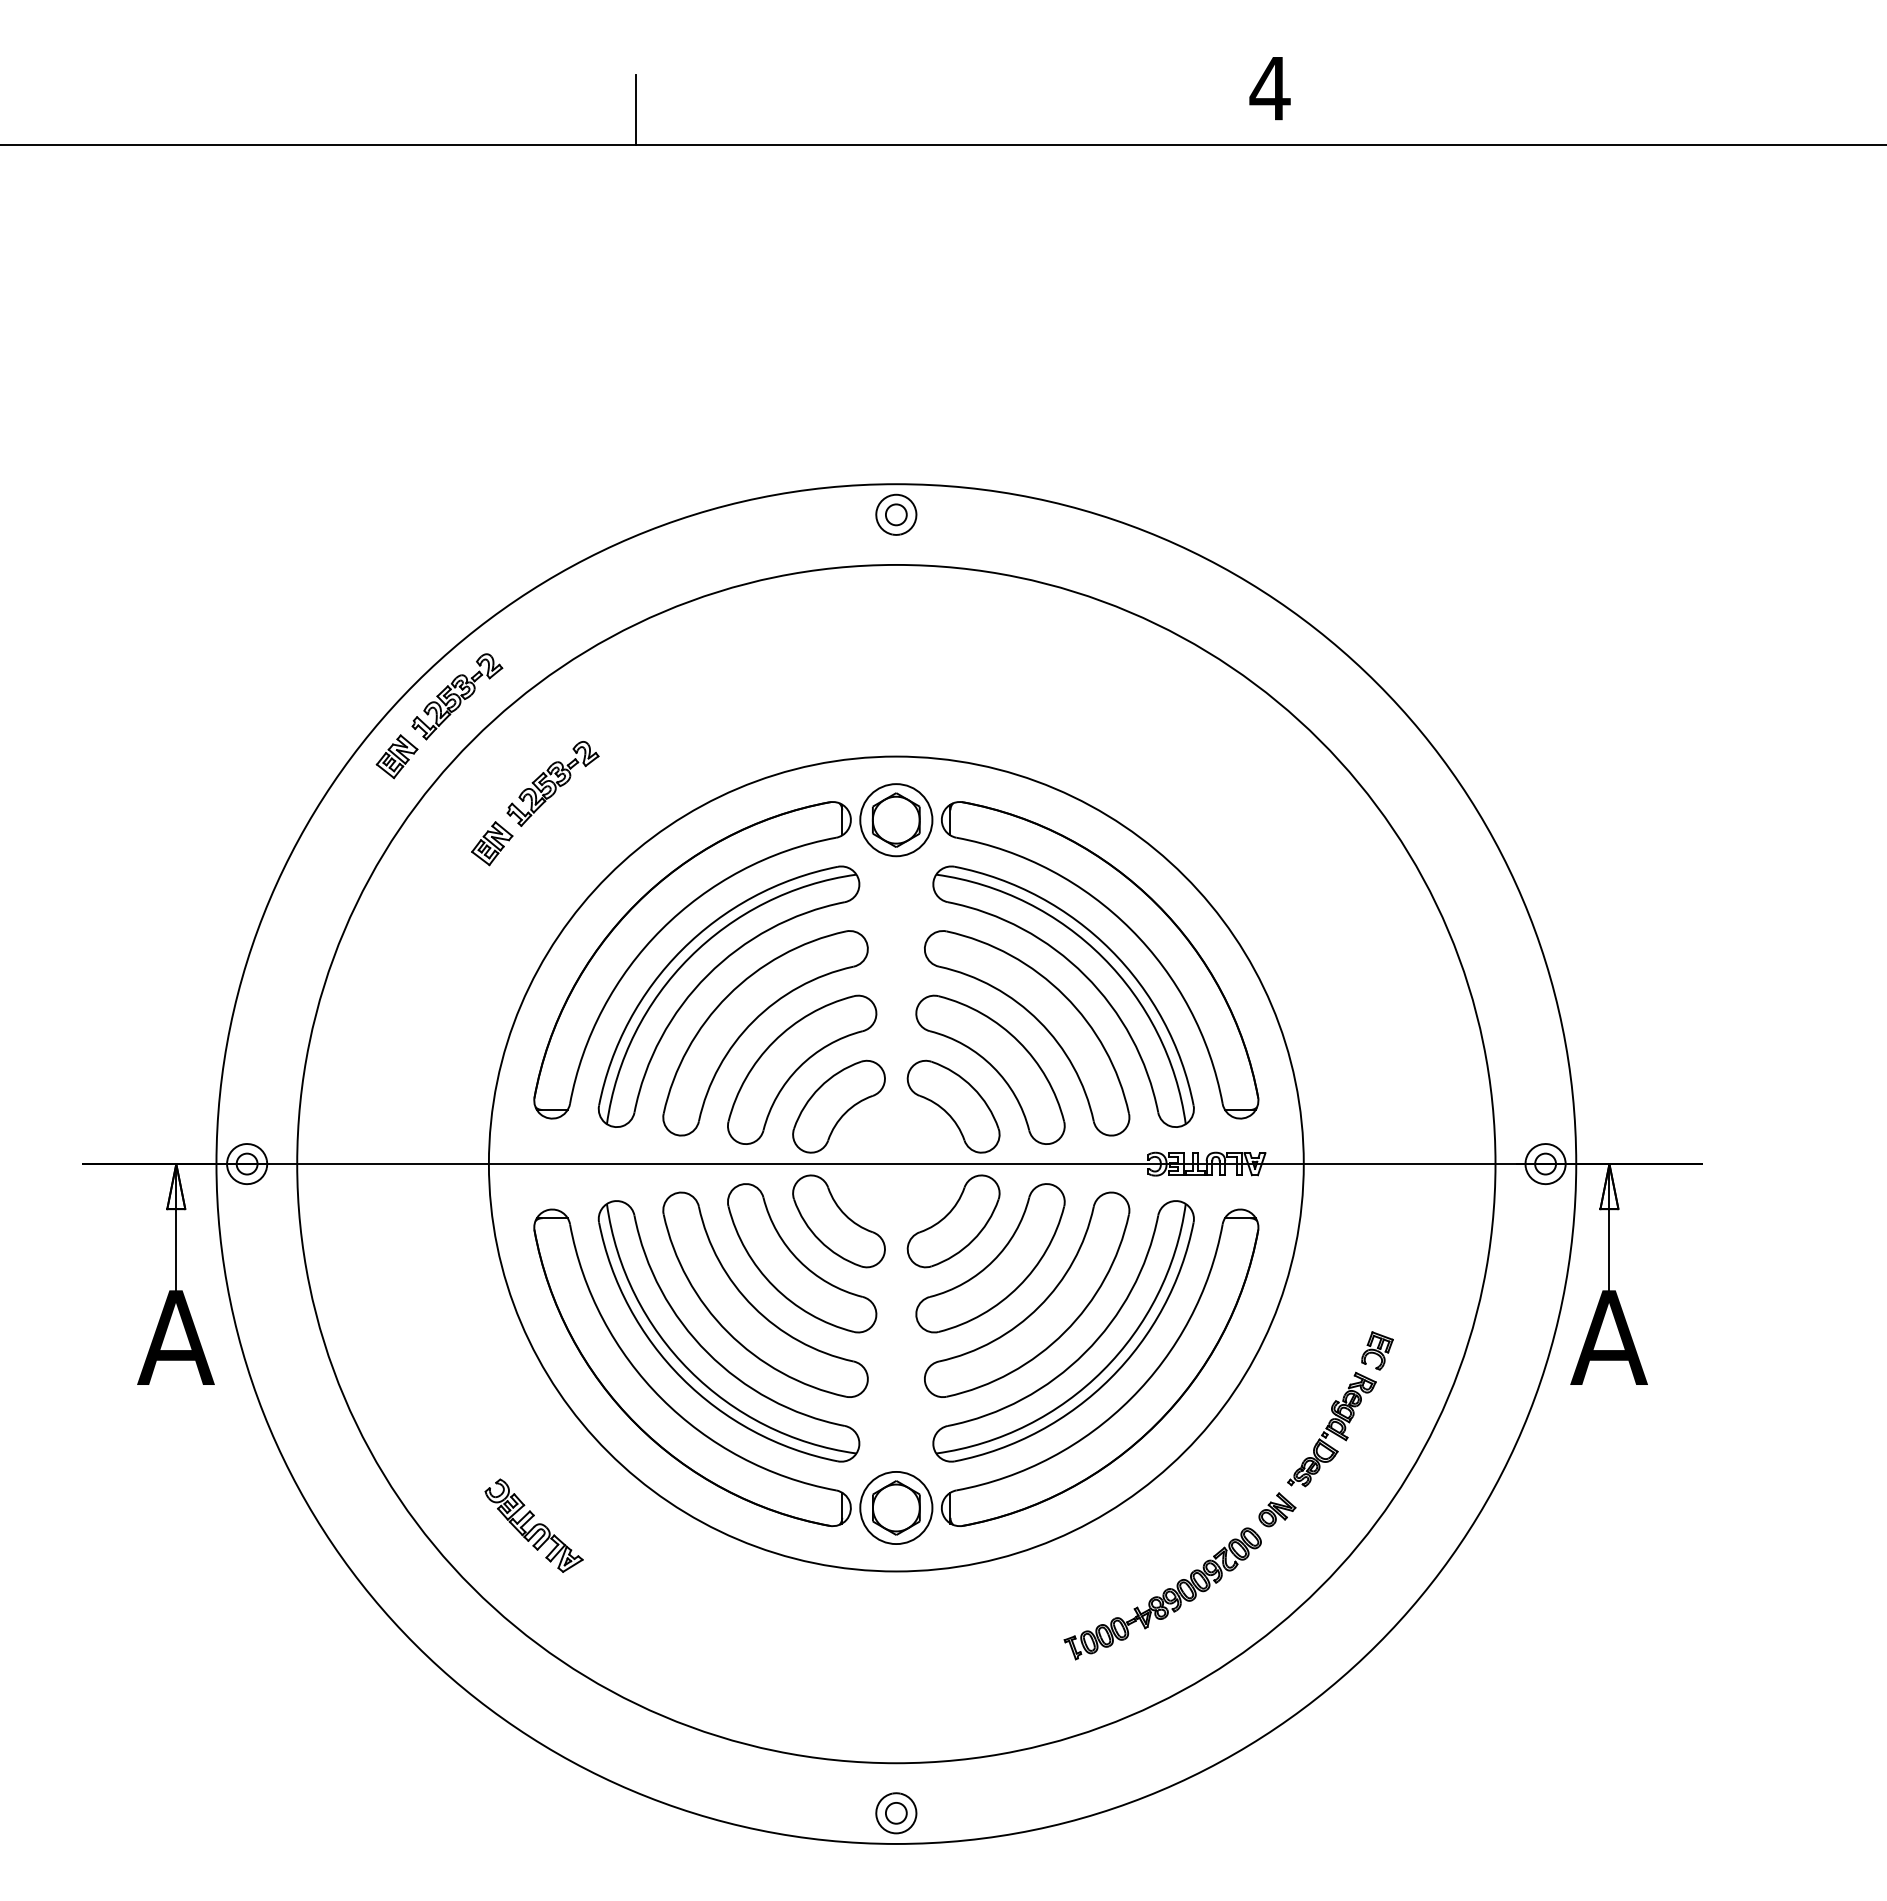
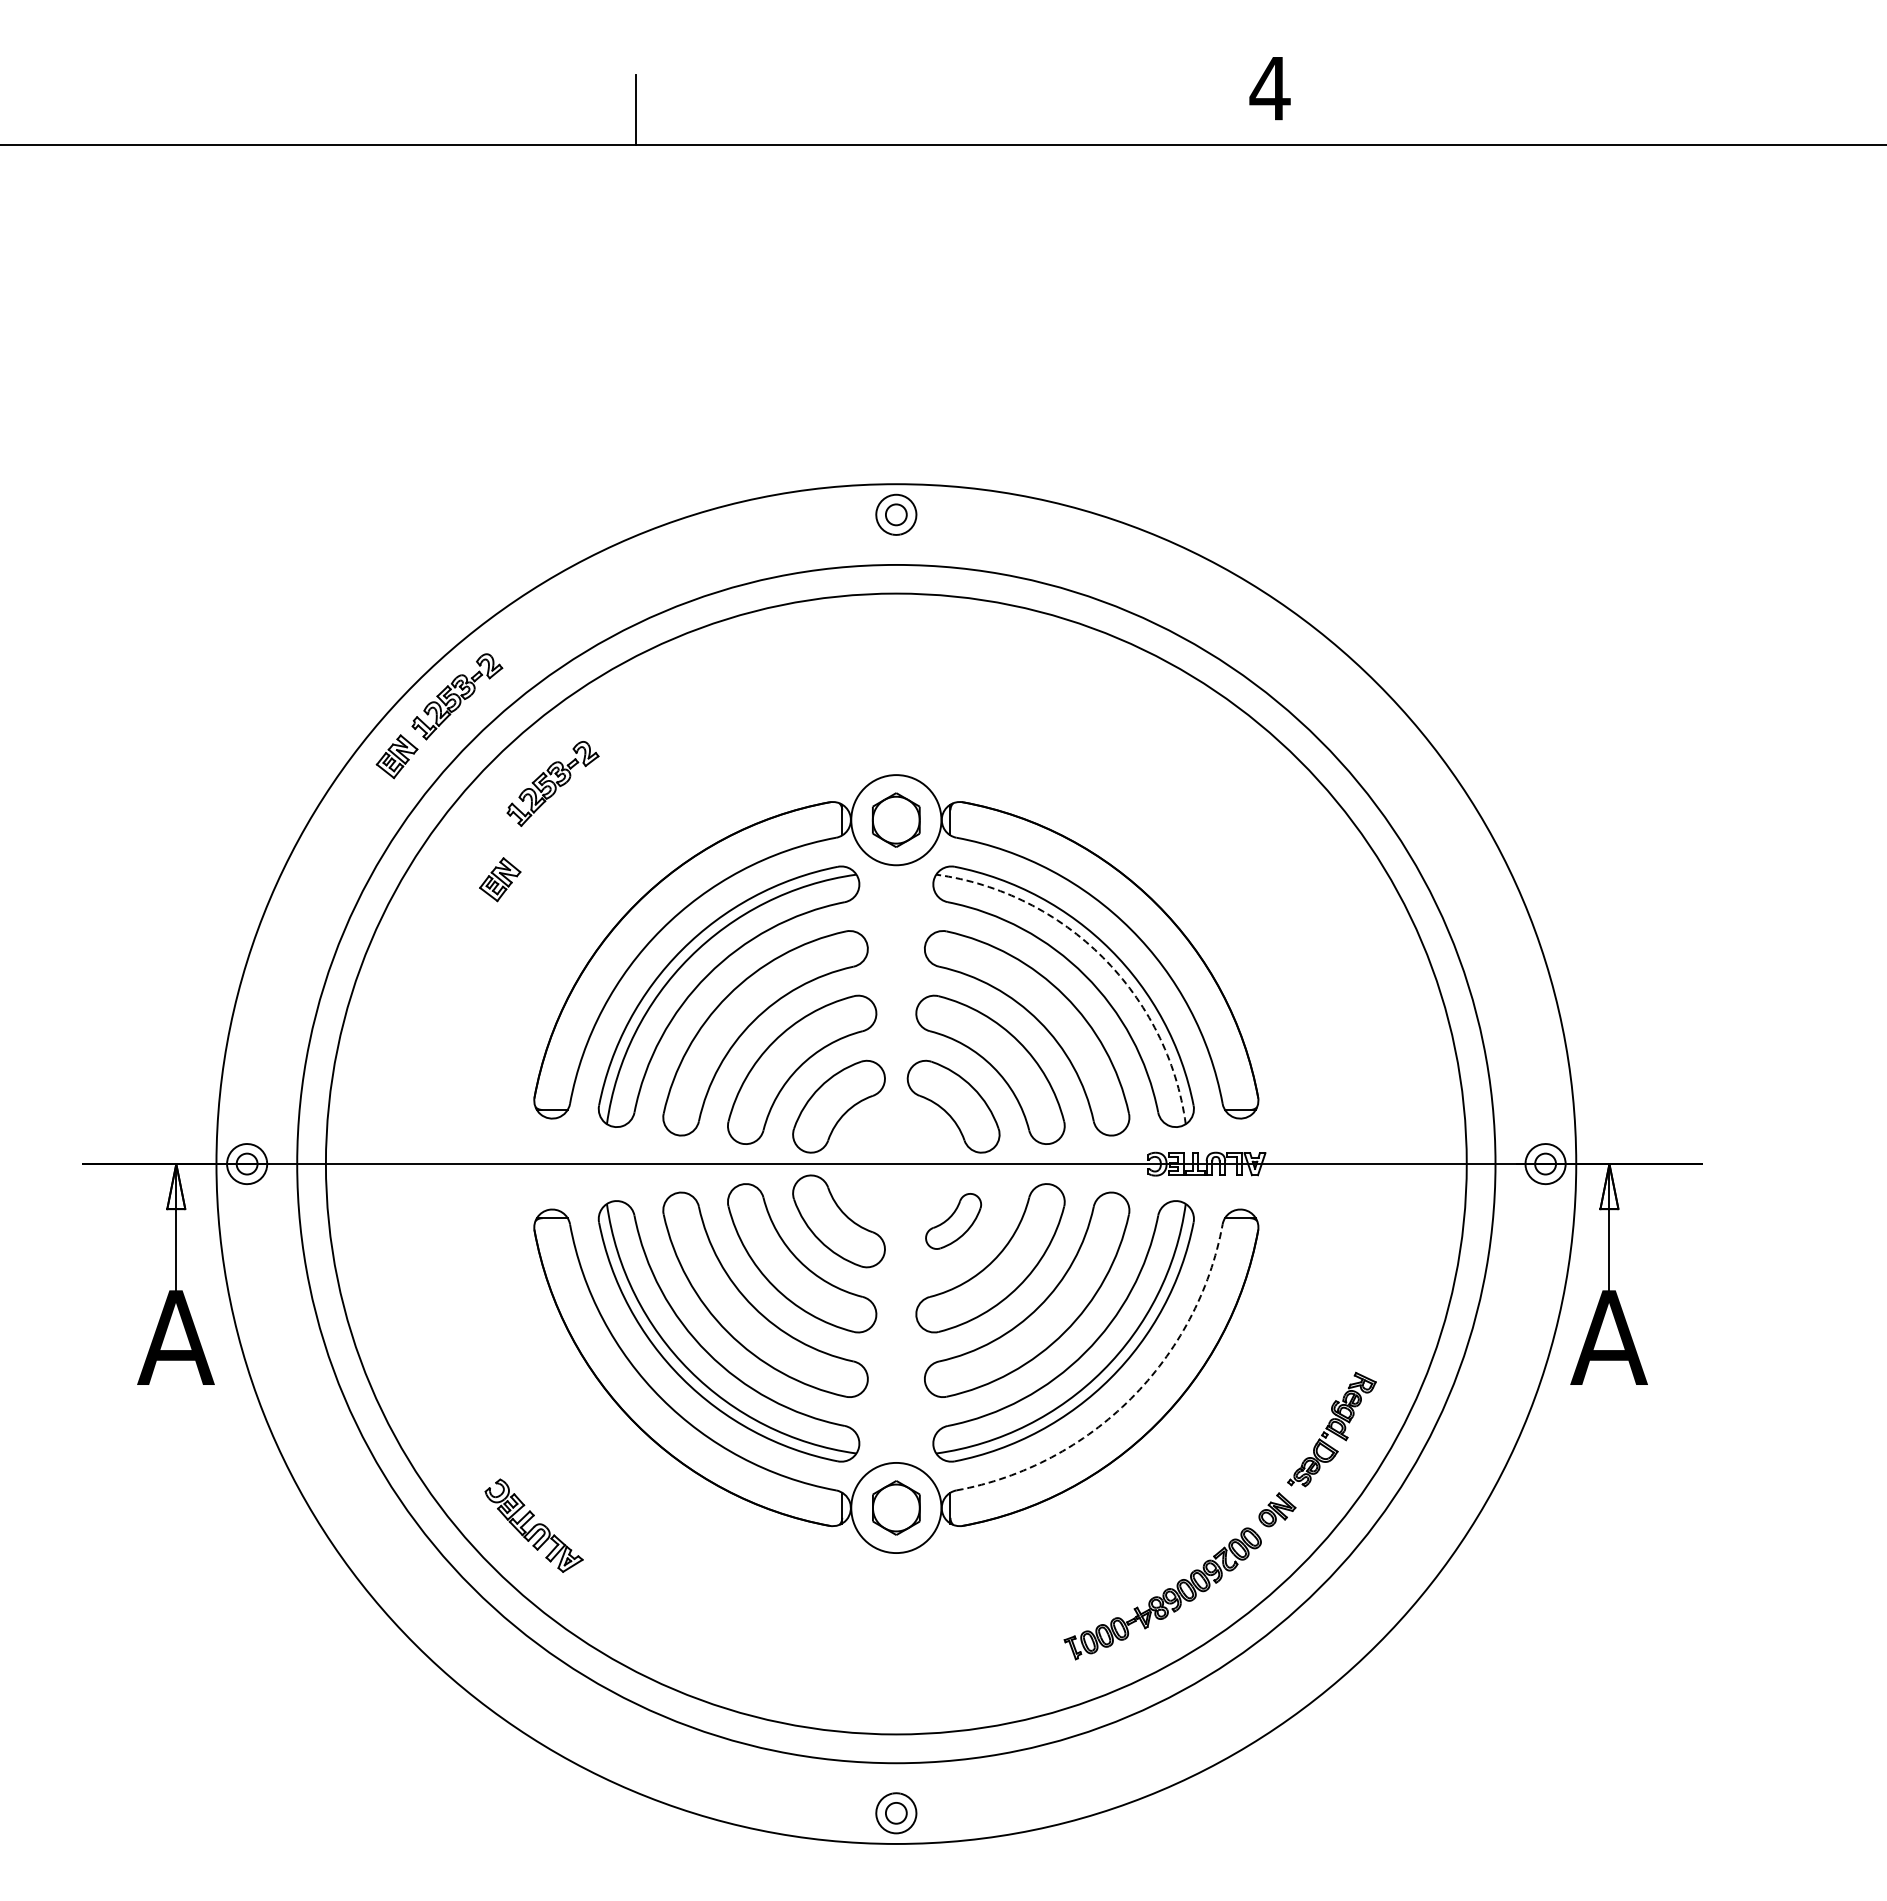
circle at (896, 820) diameter: 72 px -> 90 px
part at (492, 843) position: (492, 843) -> (500, 879)
arc at (1102, 957): solid -> dashed
circle at (895, 1163) diameter: 815 px -> 1141 px
part at (953, 1221) size: 95x95 px -> 58x57 px
part at (1377, 1350): present -> none
arc at (1131, 1398): solid -> dashed
circle at (896, 1507) diameter: 72 px -> 90 px
